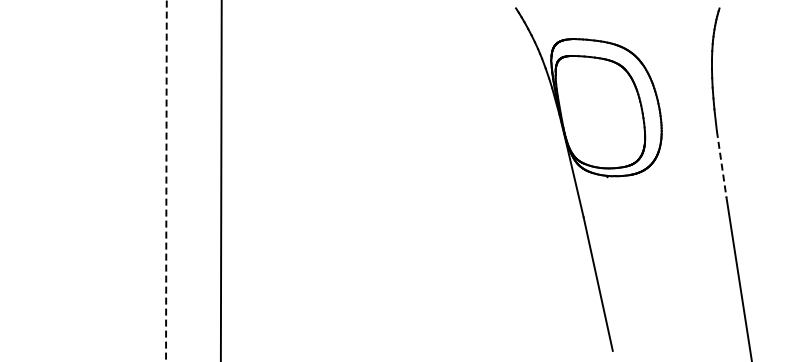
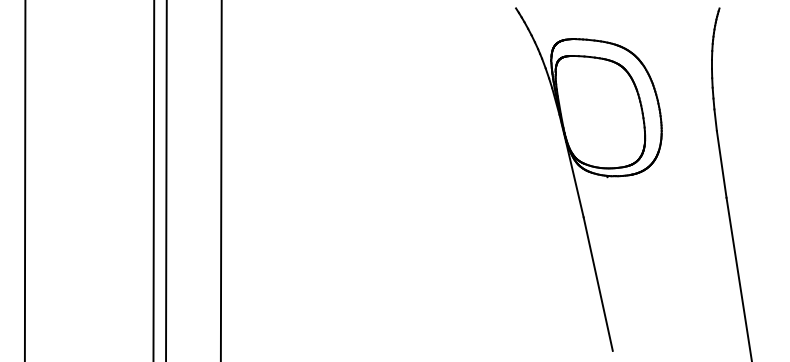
line at (721, 164): dashed -> solid
line at (24, 180): none -> present
line at (153, 180): none -> present
line at (166, 181): dashed -> solid
